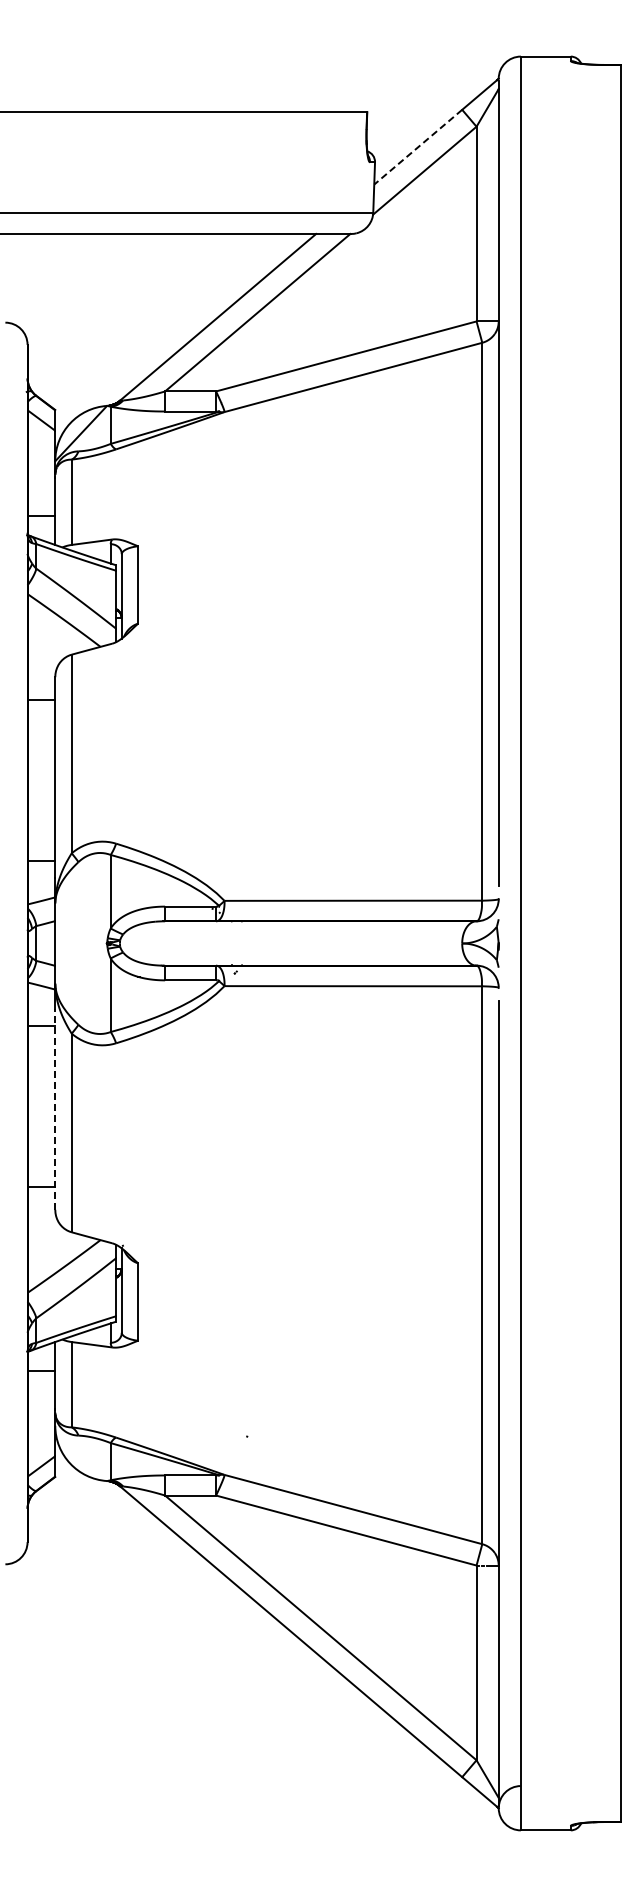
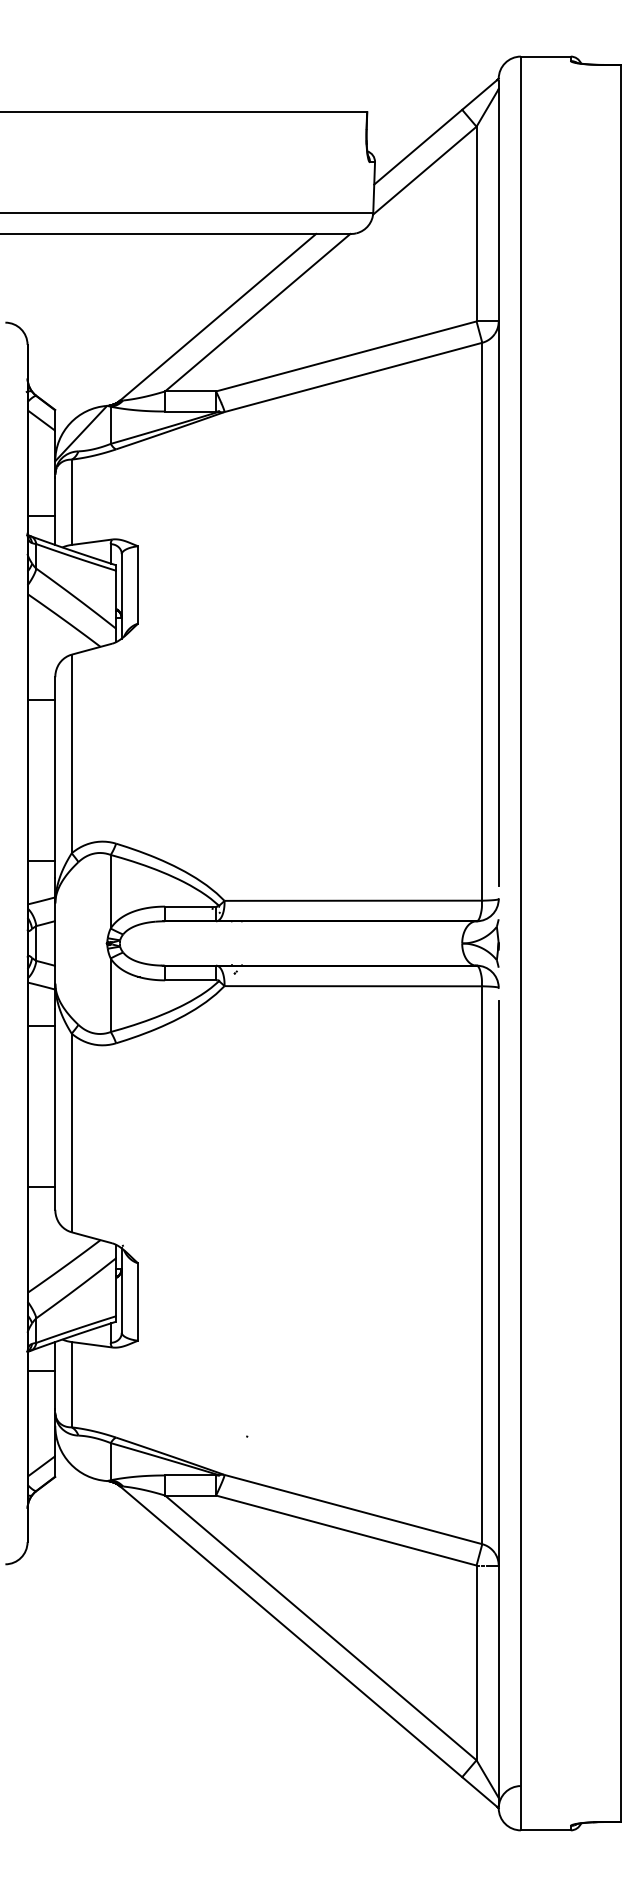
line at (418, 147): dashed -> solid
line at (55, 1109): dashed -> solid
